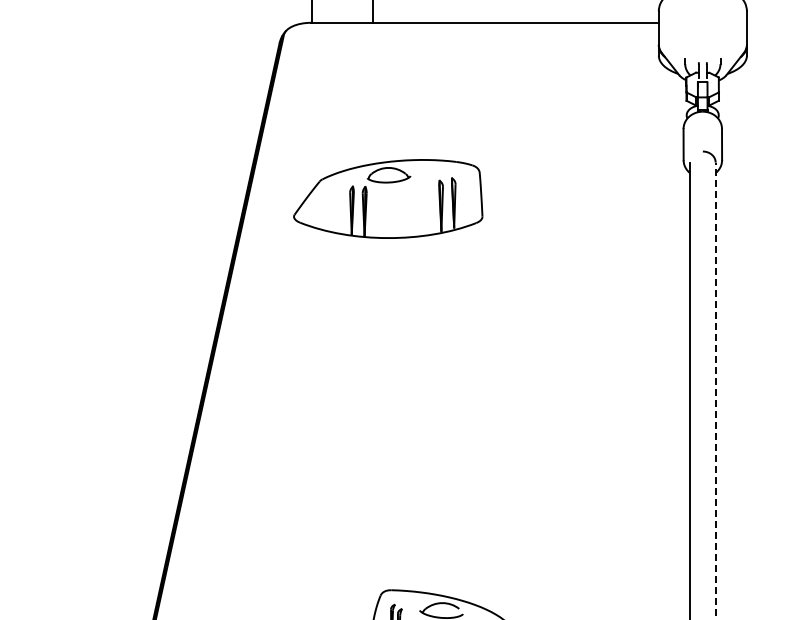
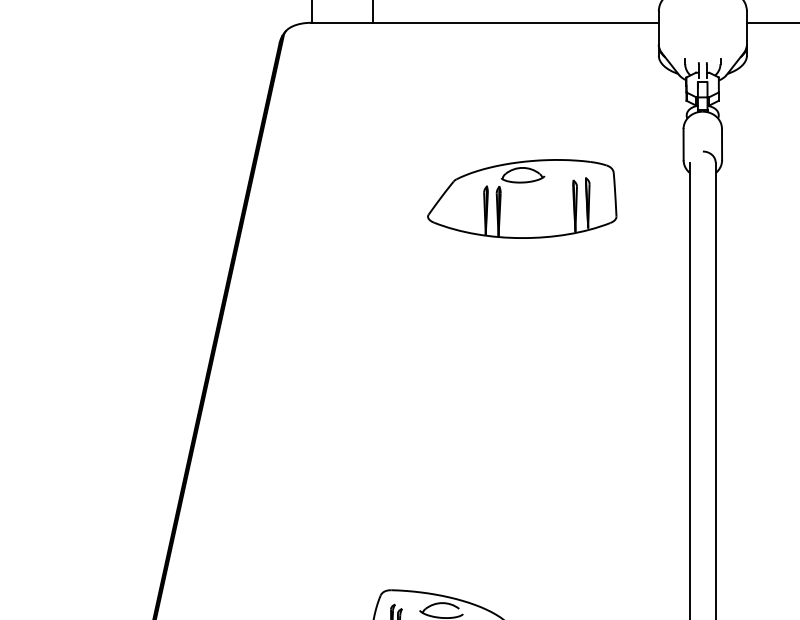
line at (771, 22): none -> present
part at (388, 198) position: (388, 198) -> (522, 198)
line at (715, 390): dashed -> solid
